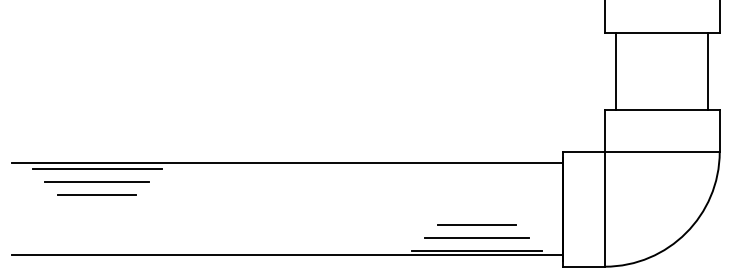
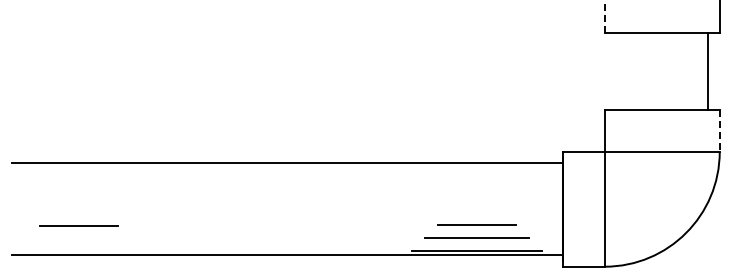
line at (604, 16): solid -> dashed
line at (616, 71): present -> none
line at (719, 131): solid -> dashed
line at (96, 168): present -> none
line at (96, 181): present -> none
line at (96, 194) position: (96, 194) -> (78, 225)
